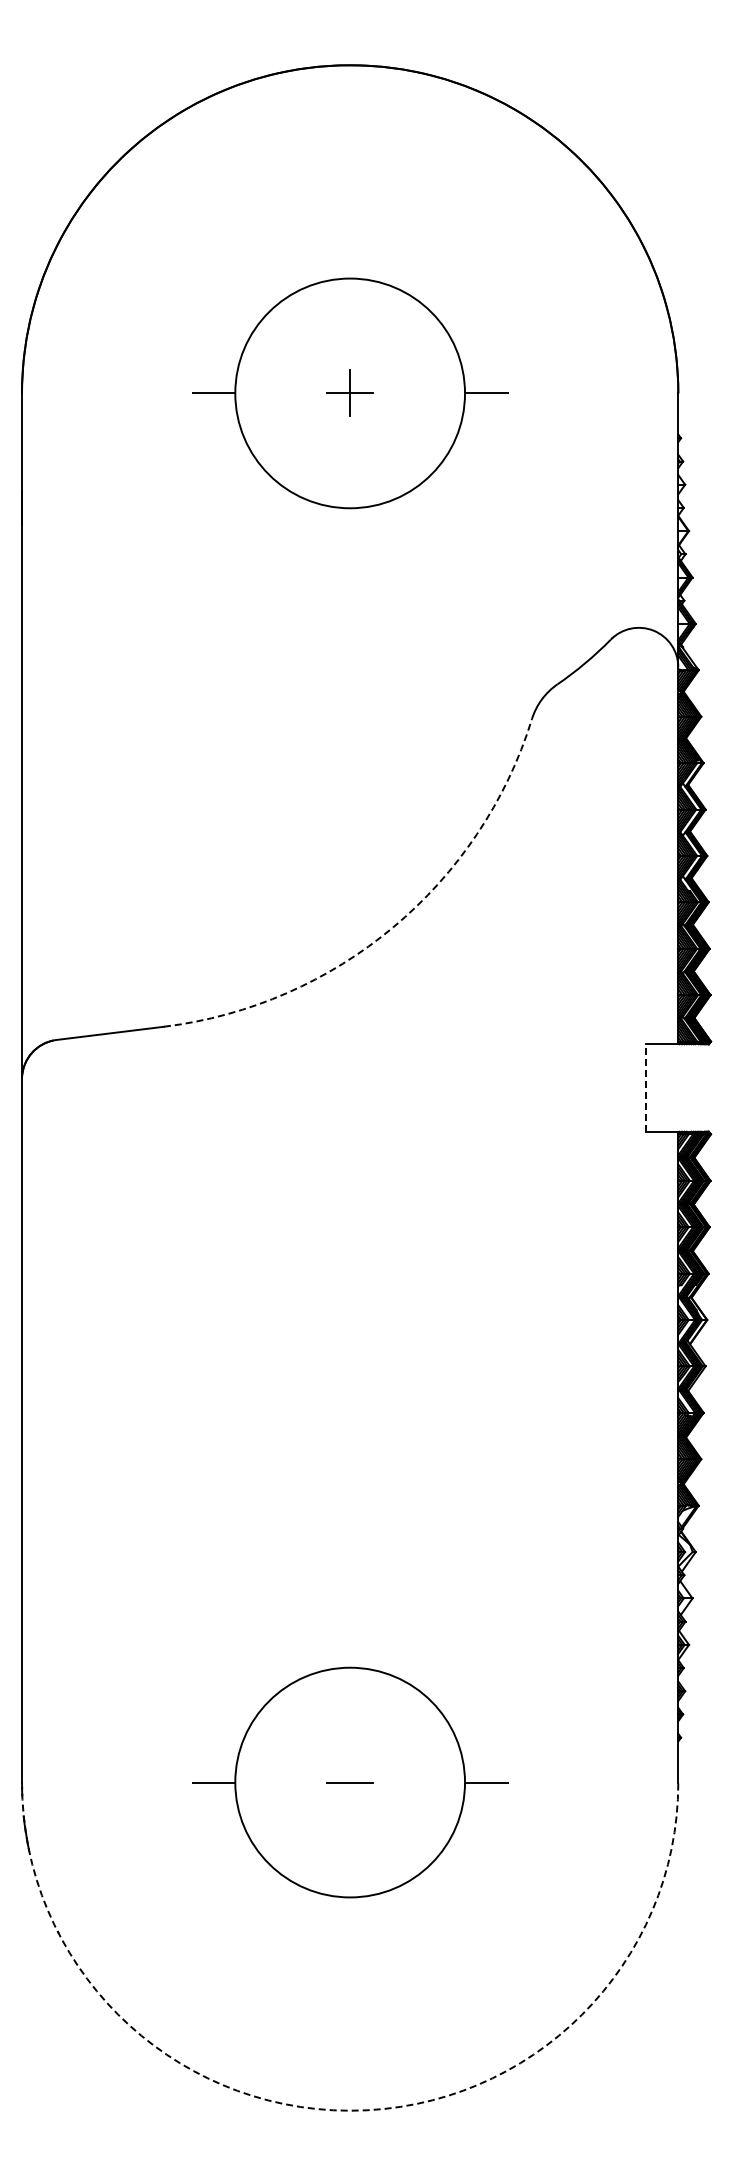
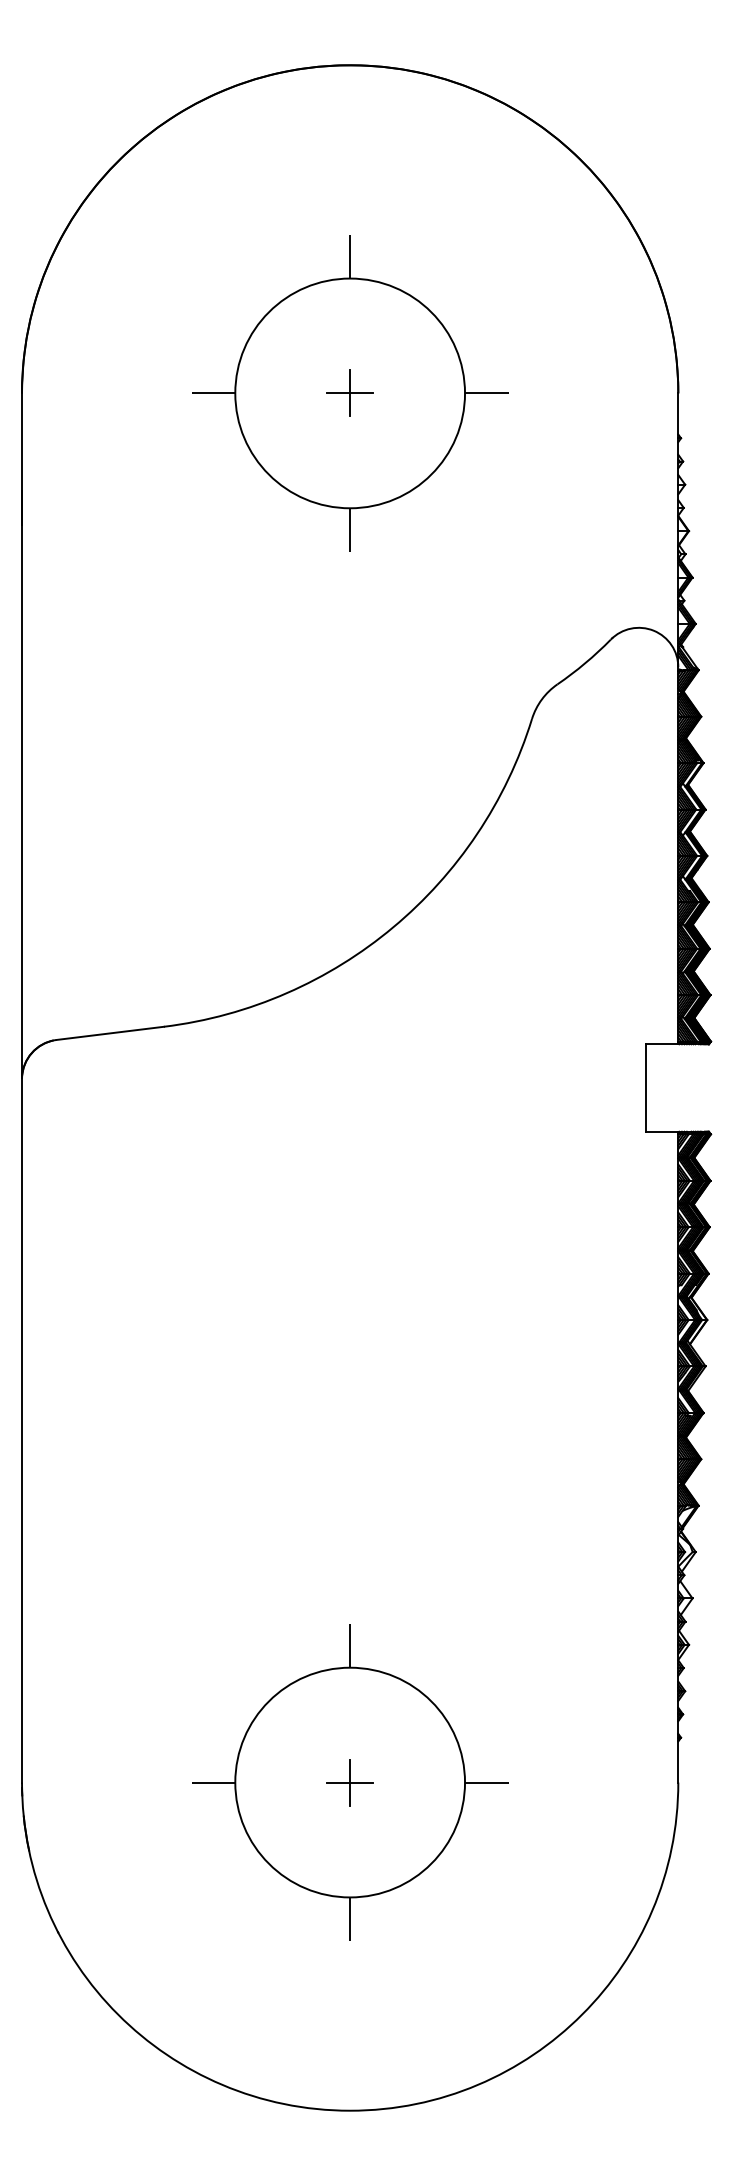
line at (350, 256): none -> present
line at (350, 530): none -> present
arc at (393, 927): dashed -> solid
line at (645, 1088): dashed -> solid
line at (350, 1645): none -> present
line at (350, 1782): none -> present
line at (350, 1919): none -> present
arc at (350, 2110): dashed -> solid
